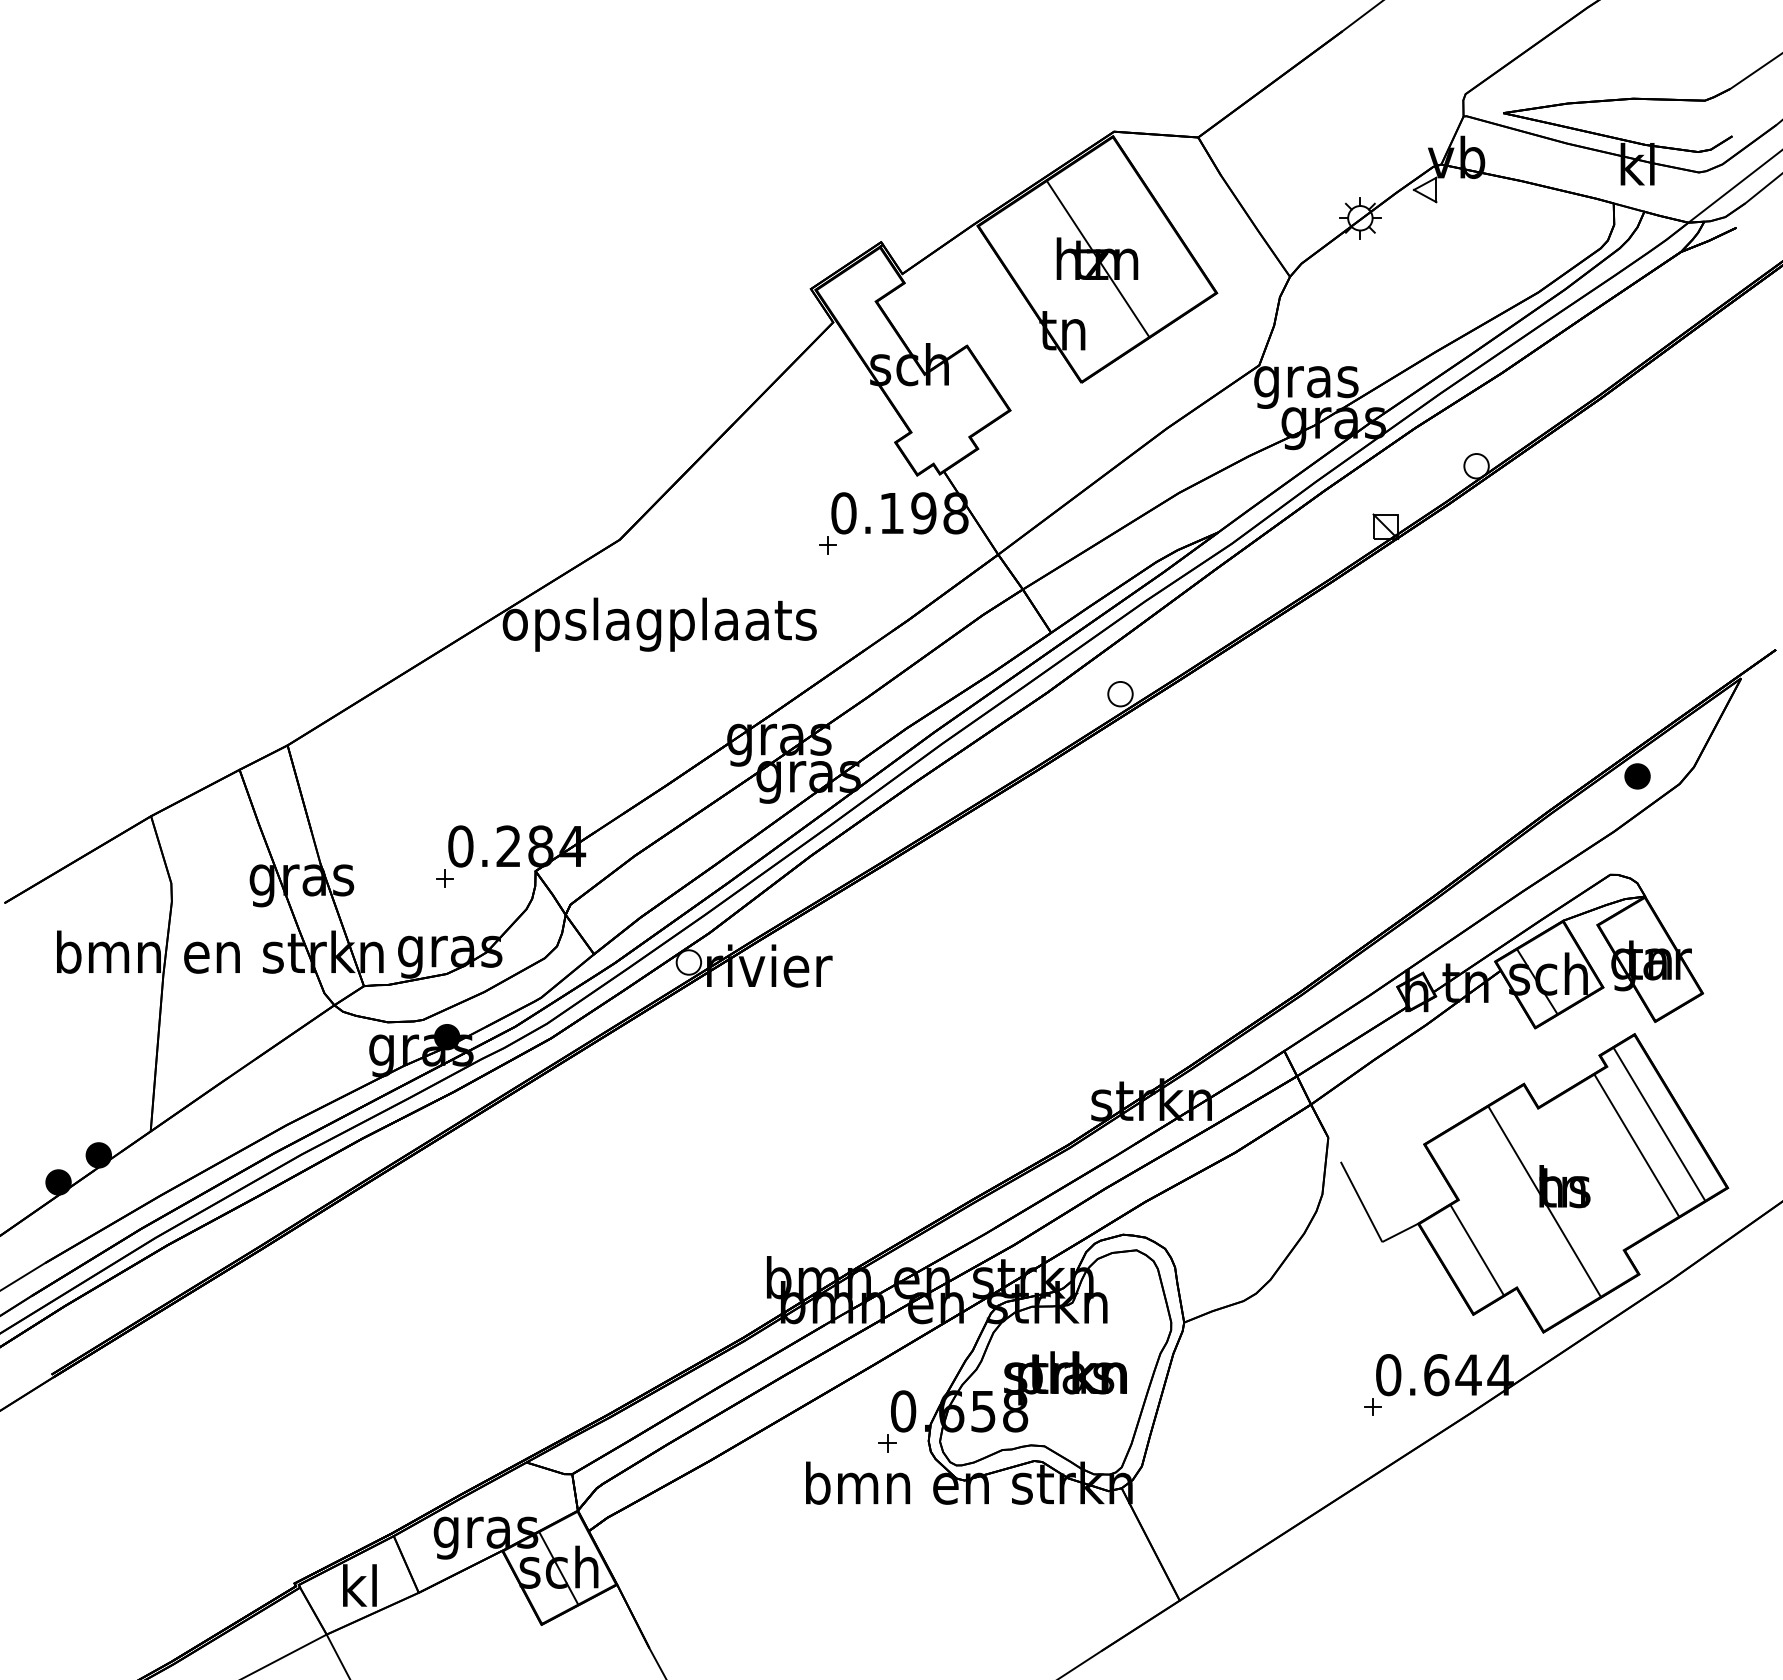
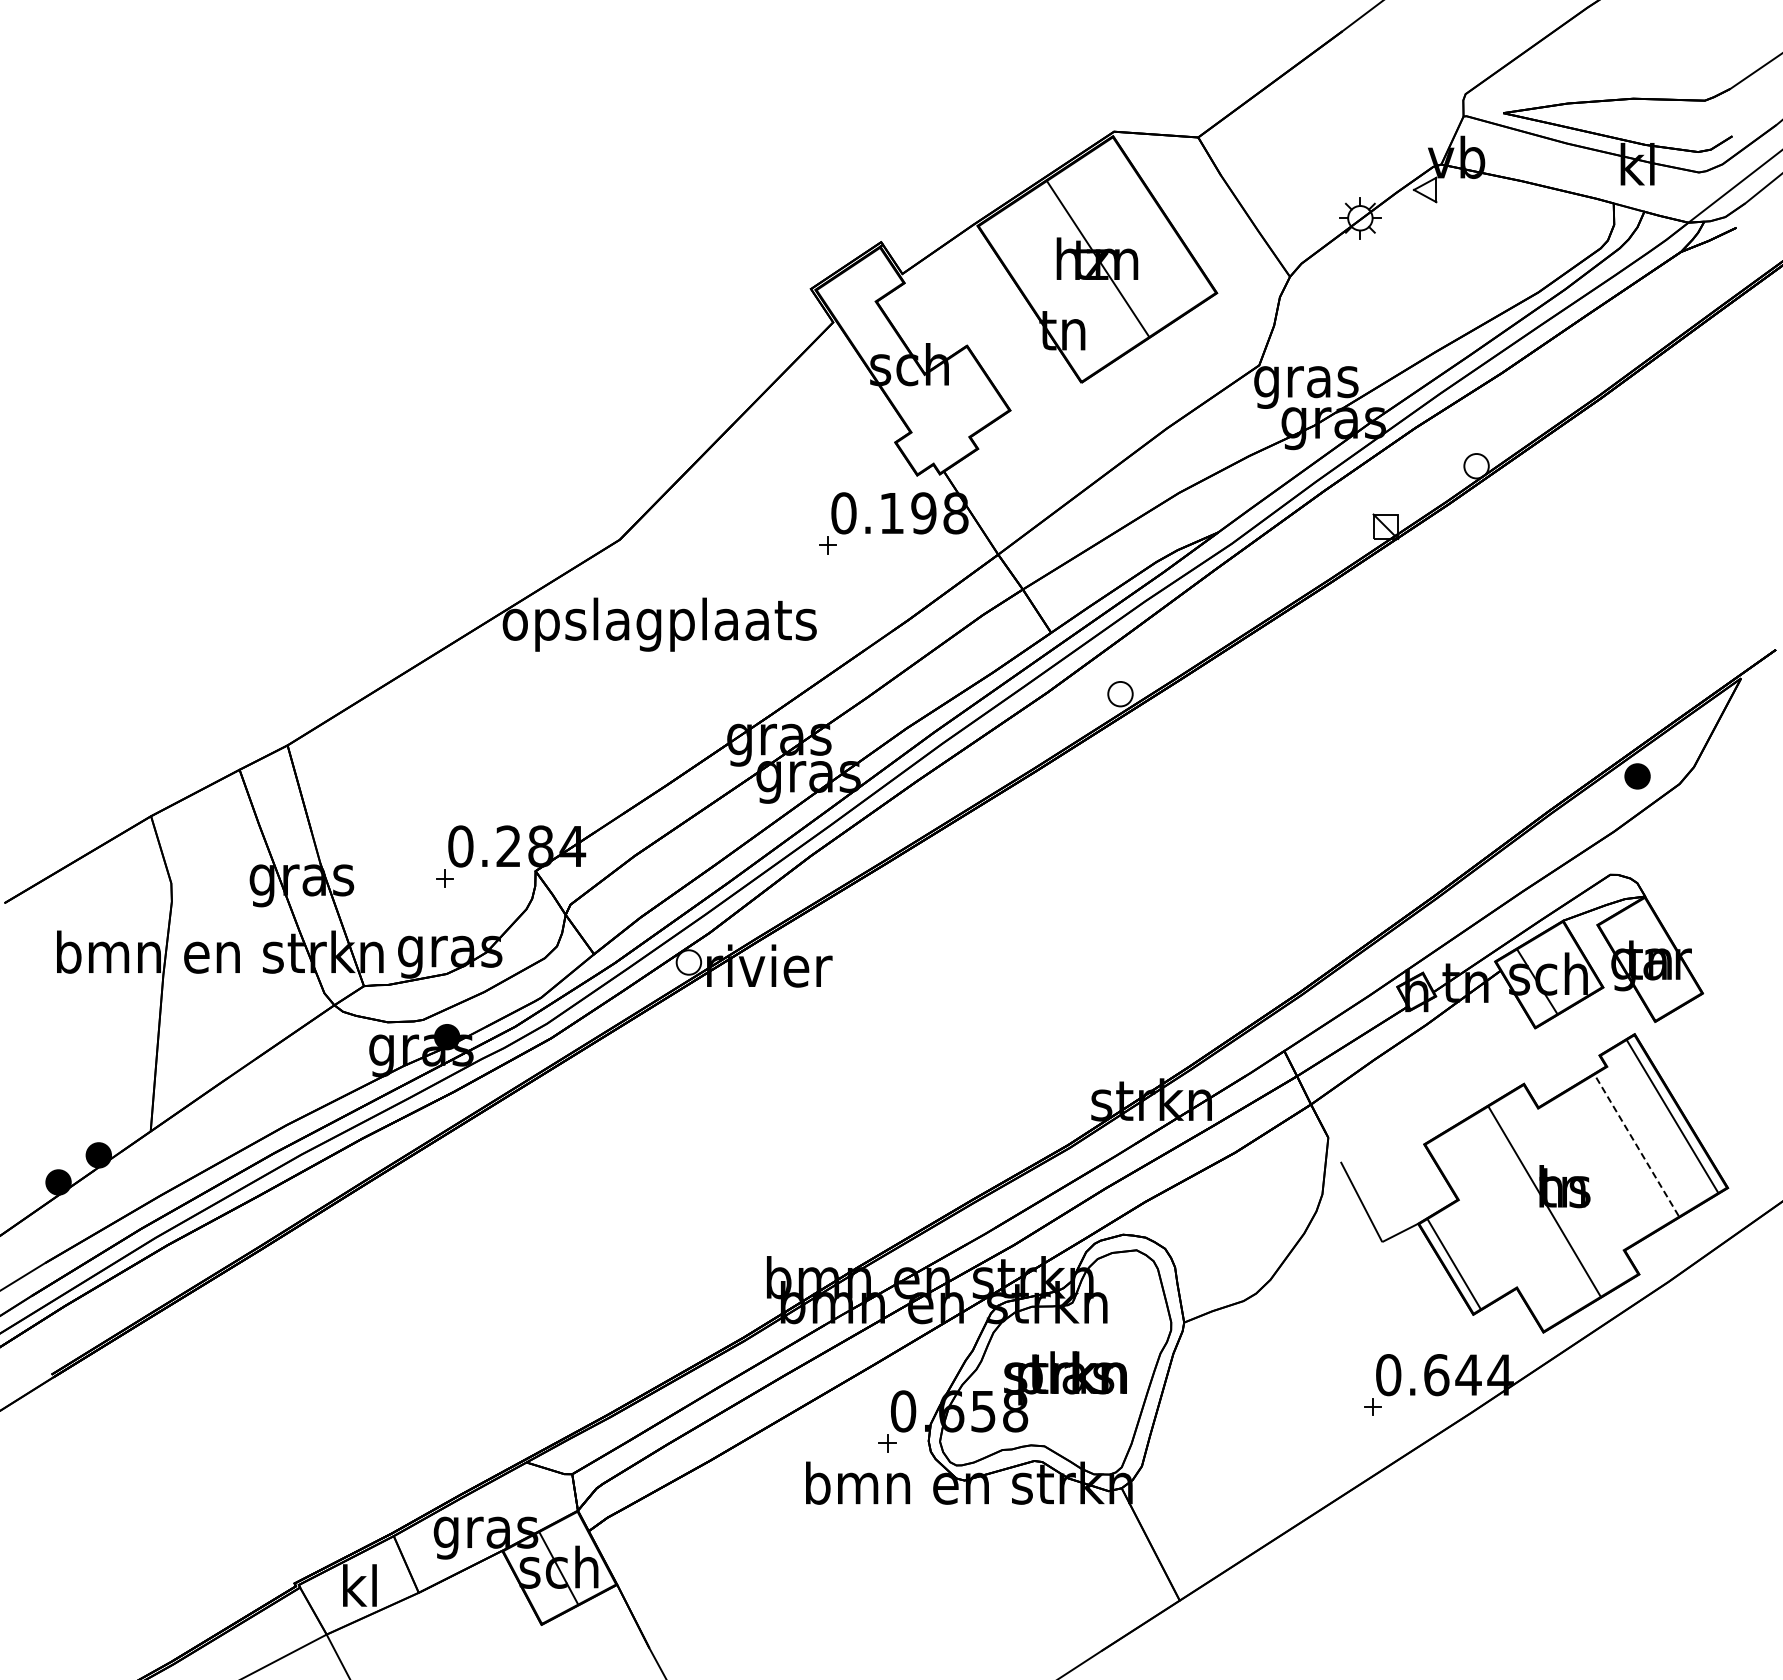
line at (1659, 1124) position: (1659, 1124) -> (1672, 1116)
line at (1636, 1145): solid -> dashed
line at (1476, 1249) position: (1476, 1249) -> (1453, 1263)
